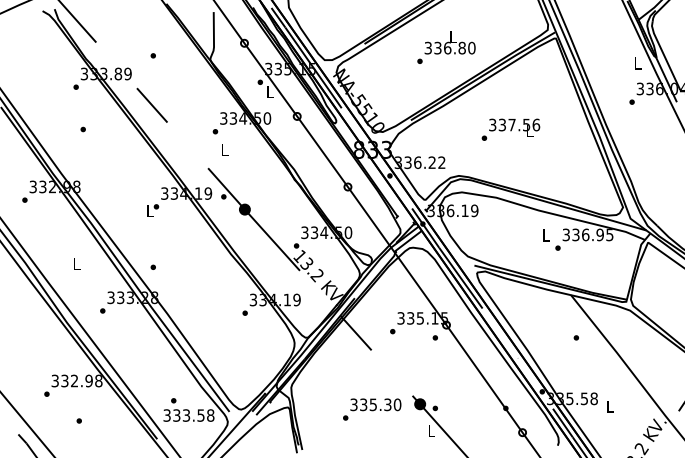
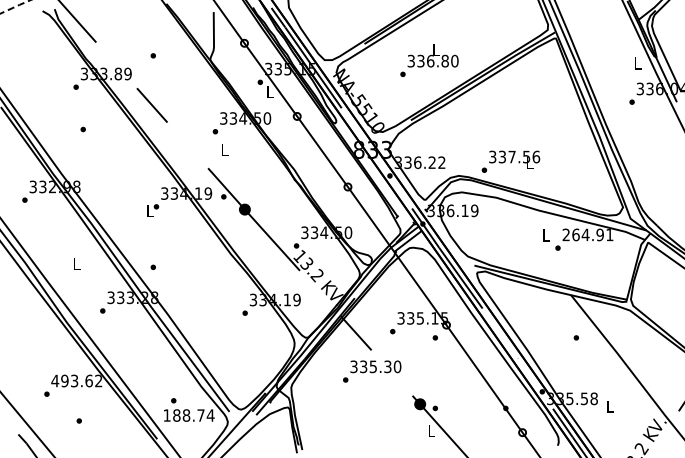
line at (16, 6): solid -> dashed
text at (446, 47) position: (446, 47) -> (429, 60)
text at (510, 129) position: (510, 129) -> (510, 161)
text at (587, 234): 336.95 -> 264.91
text at (76, 380): 332.98 -> 493.62
text at (372, 409) position: (372, 409) -> (372, 371)
text at (188, 415): 333.58 -> 188.74
